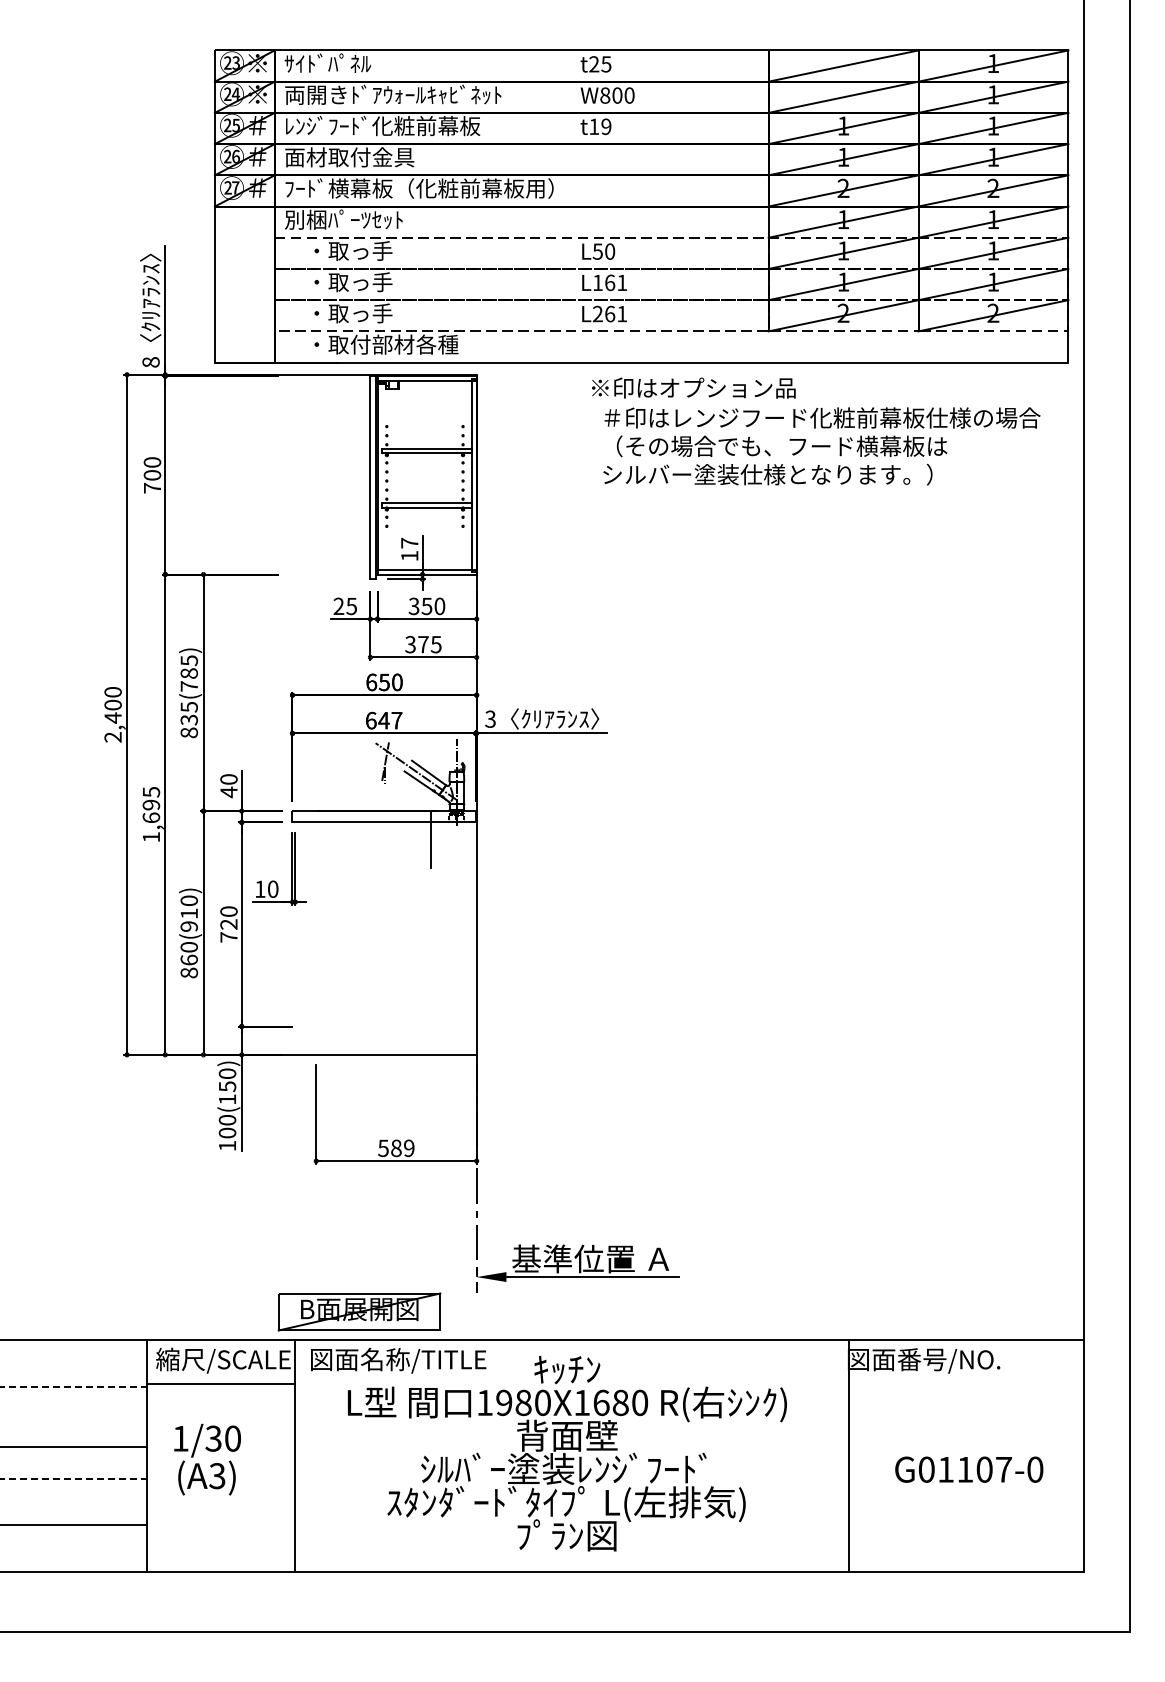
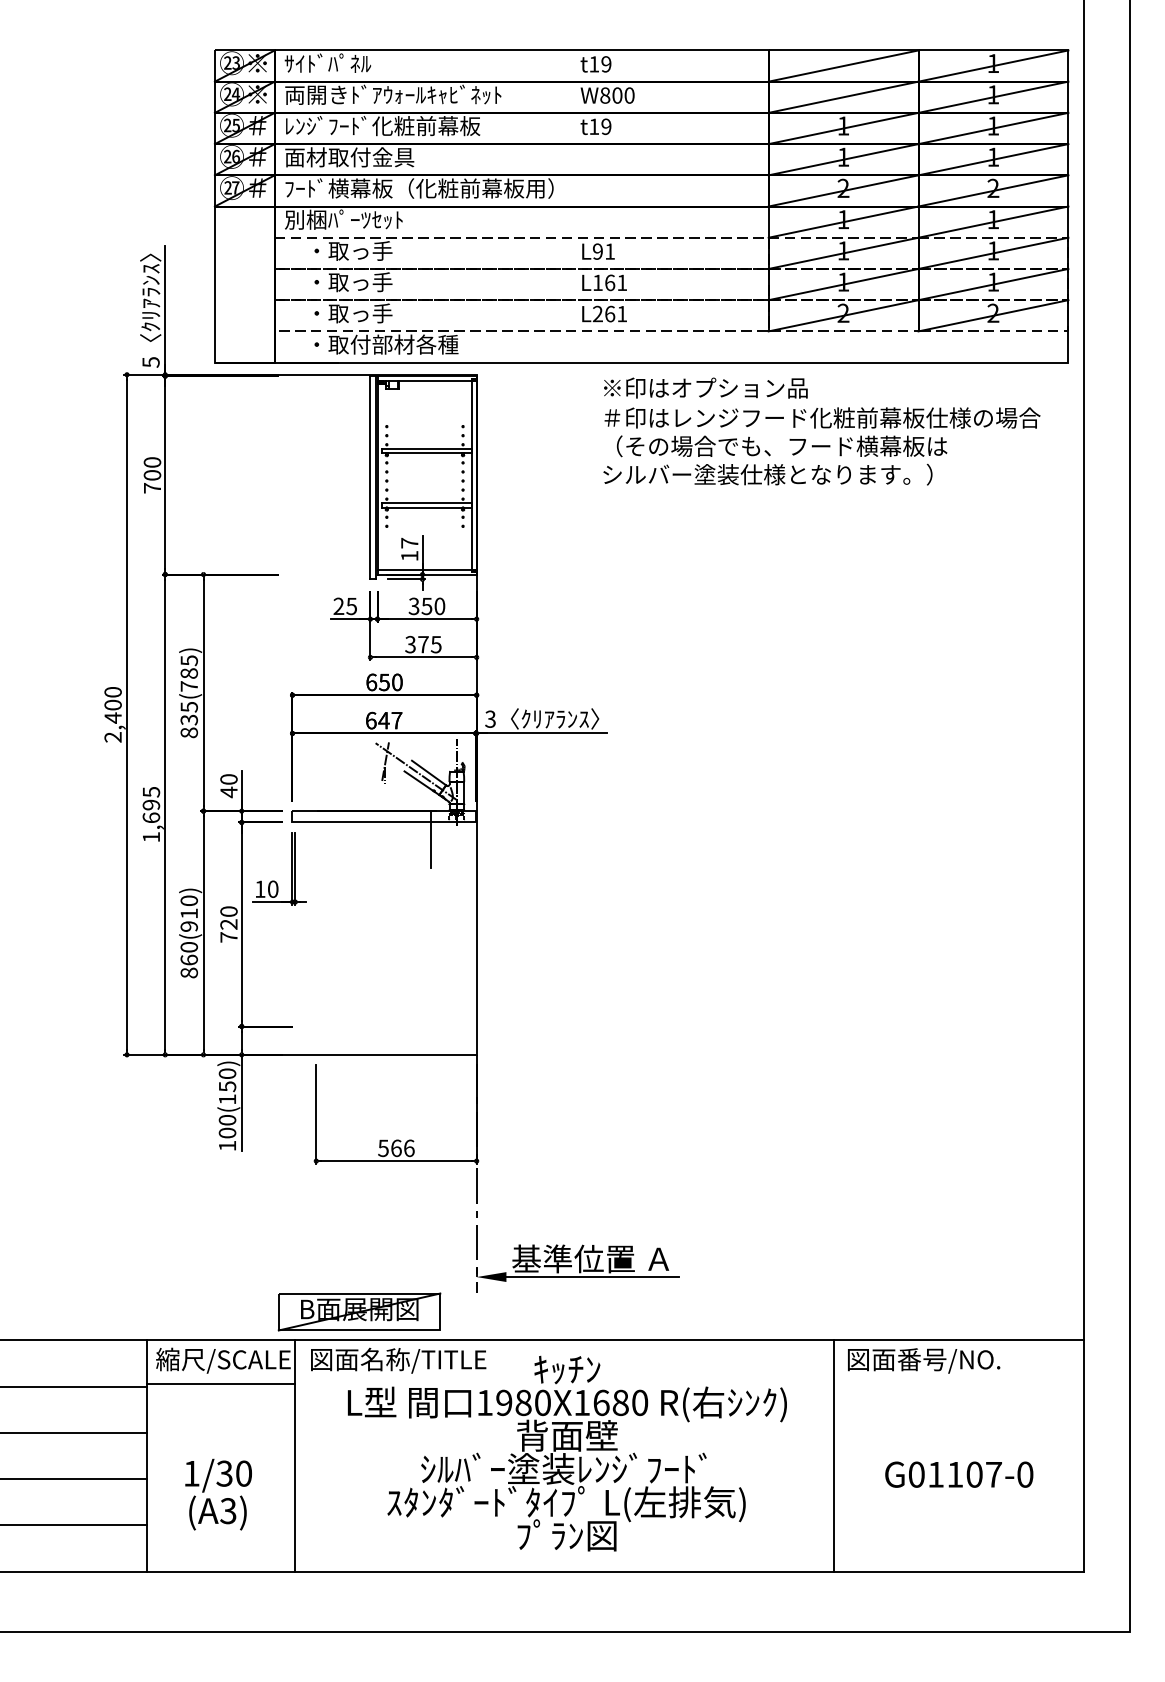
text at (600, 64): t25 -> t19
text at (603, 251): L50 -> L91
text at (150, 362): 8 -> 5
text at (693, 387) position: (693, 387) -> (705, 387)
text at (402, 1148): 589 -> 566
line at (74, 1386): dashed -> solid
line at (74, 1446) position: (74, 1446) -> (74, 1432)
line at (849, 1455) position: (849, 1455) -> (834, 1455)
text at (207, 1459) position: (207, 1459) -> (218, 1494)
text at (969, 1469) position: (969, 1469) -> (959, 1474)
line at (74, 1478): dashed -> solid
